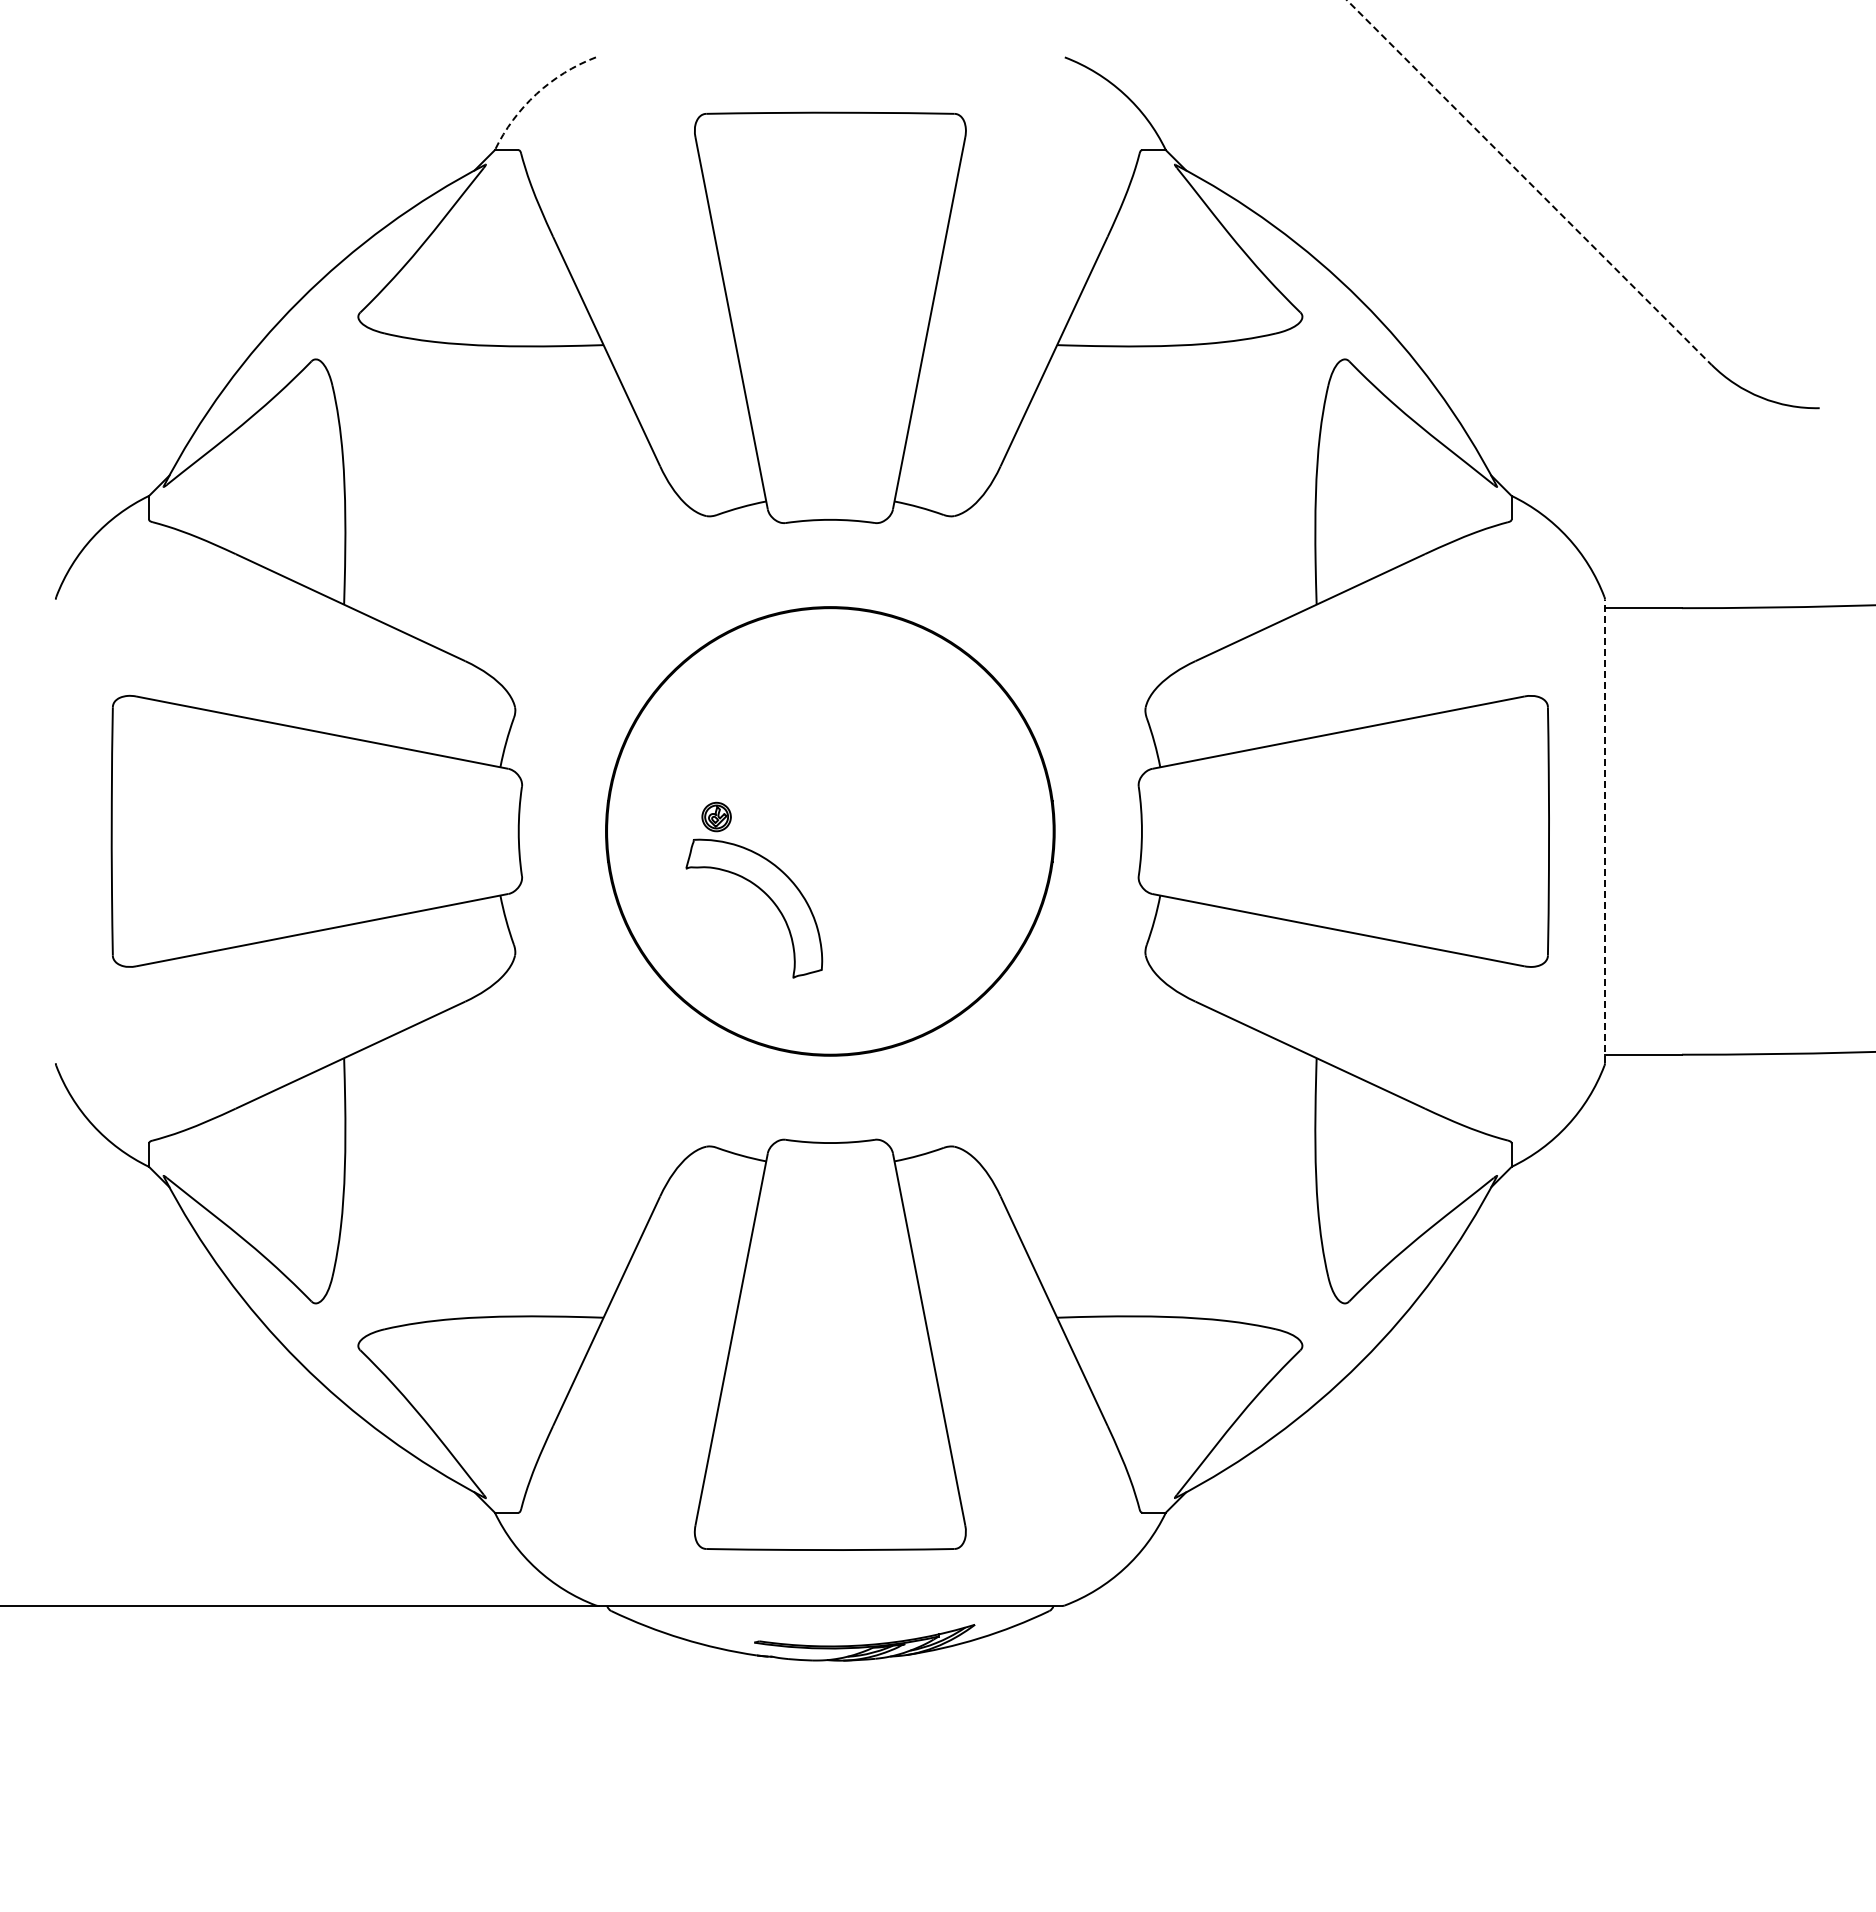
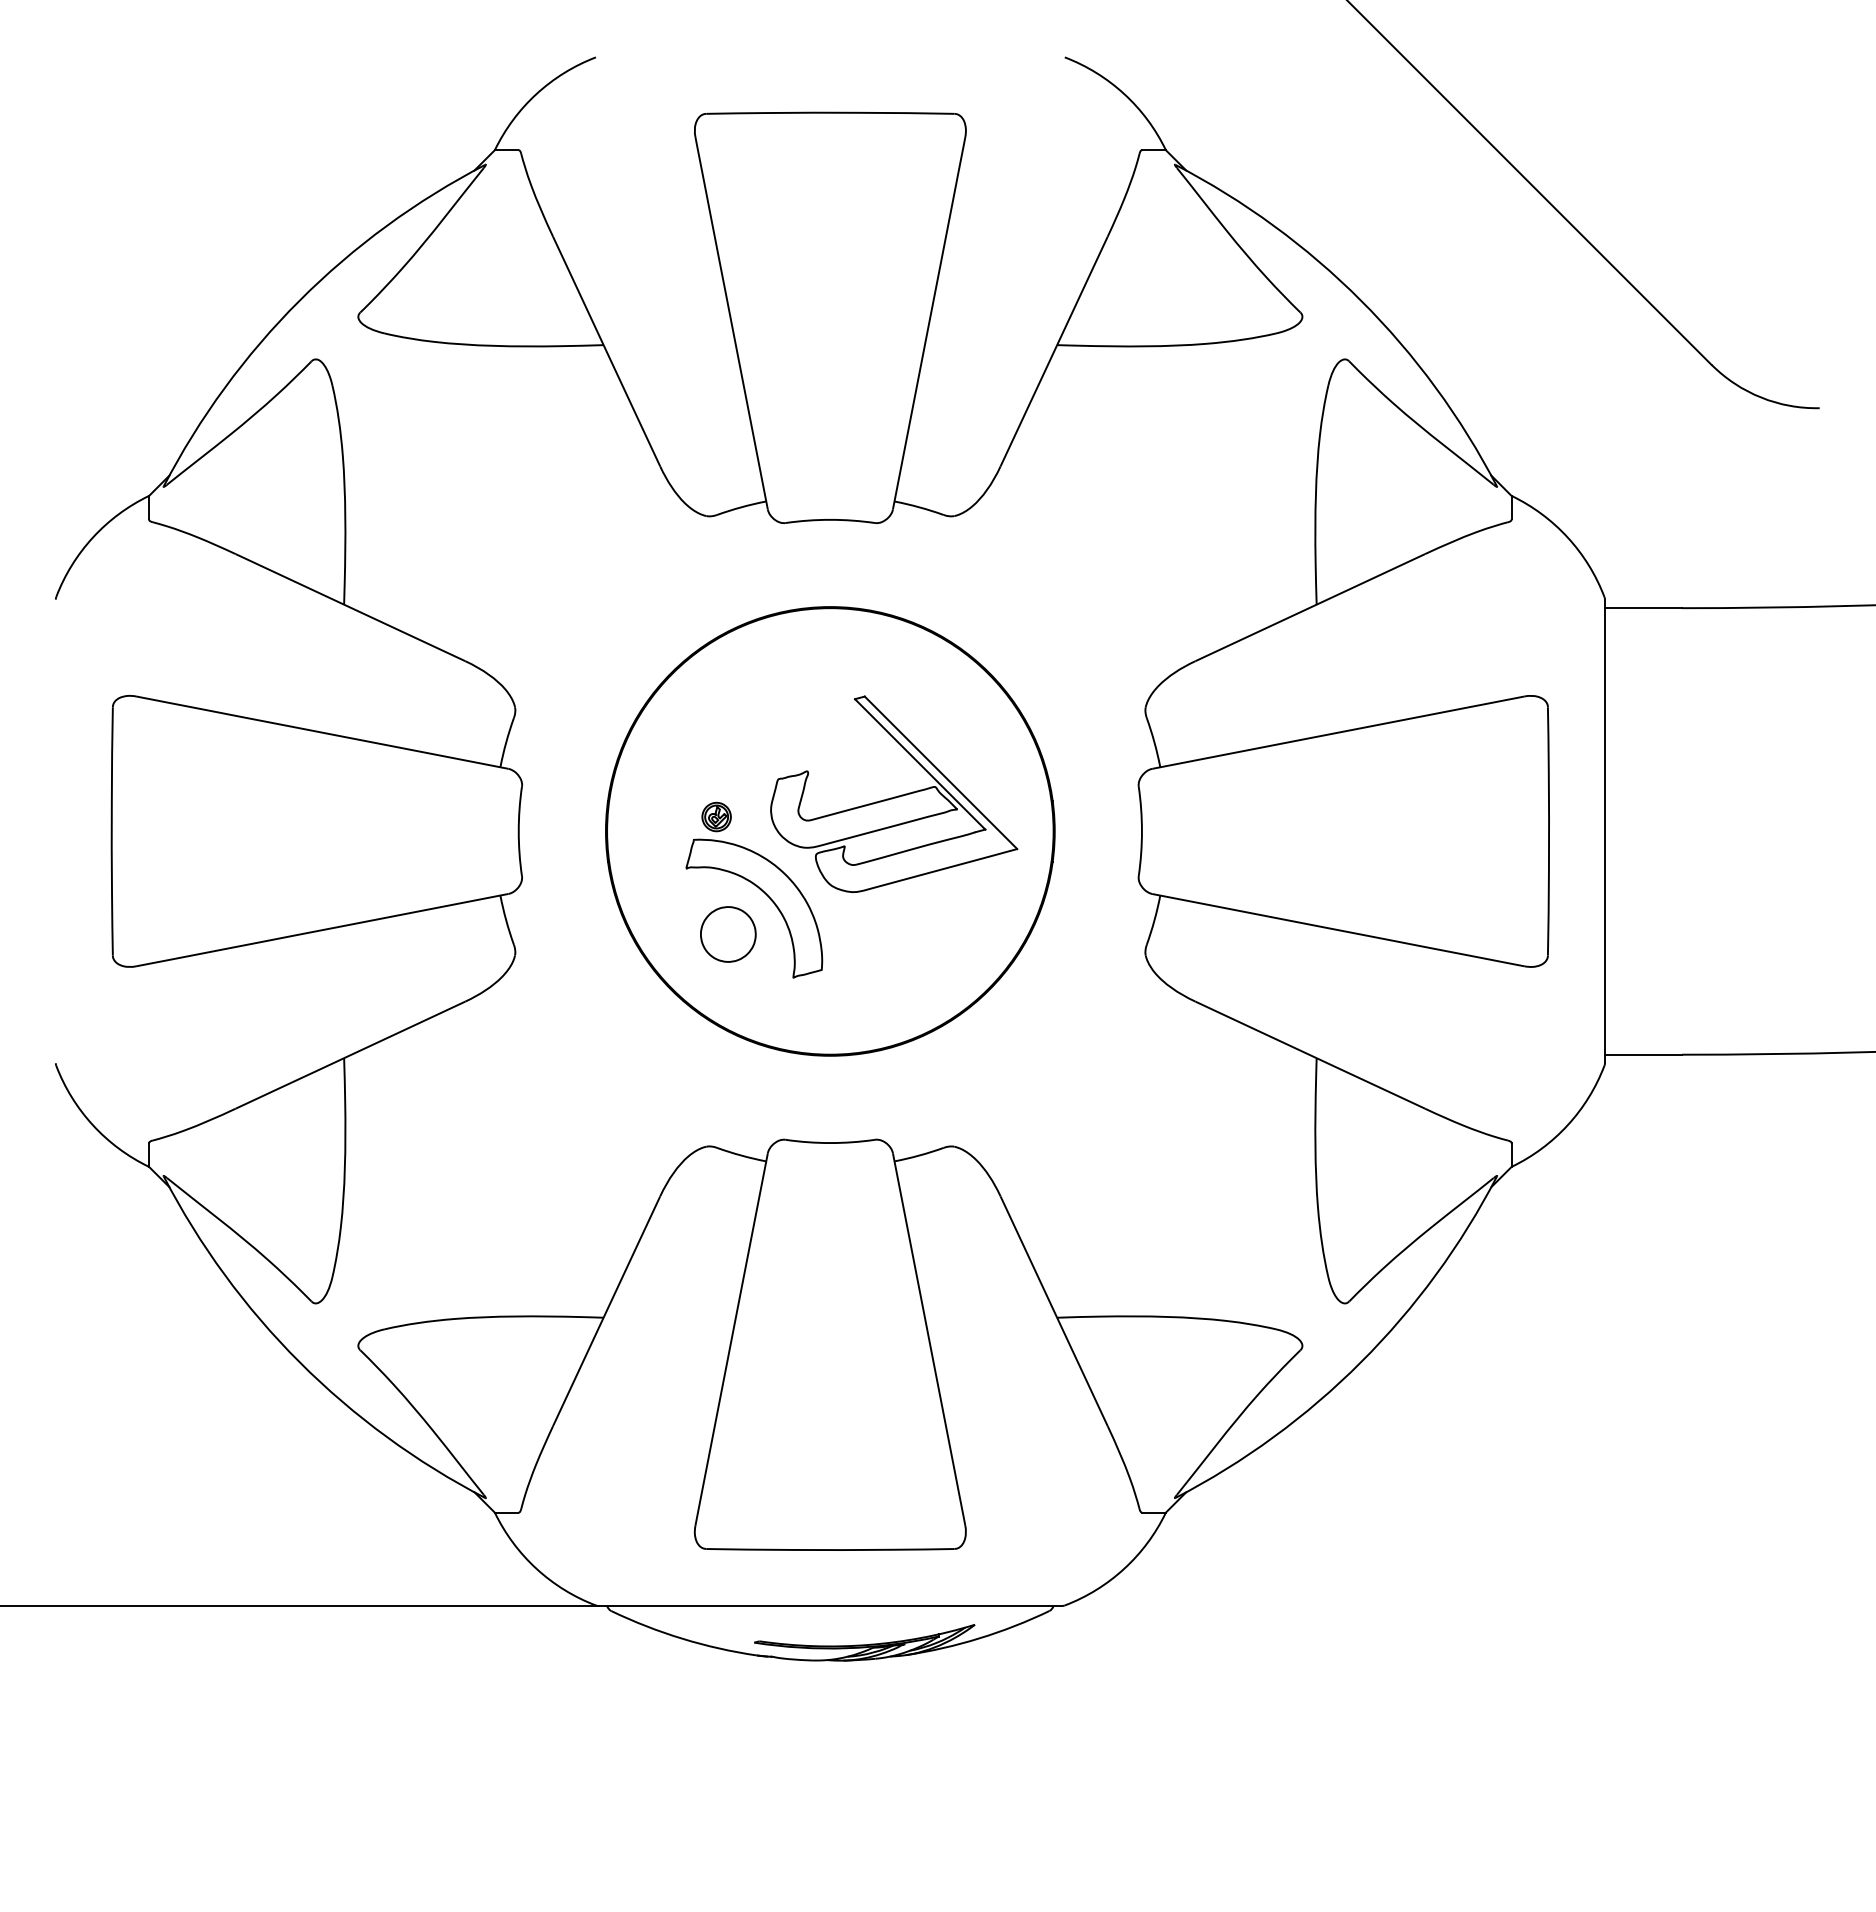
arc at (536, 94): dashed -> solid
line at (1529, 182): dashed -> solid
part at (894, 793): none -> present
line at (1604, 831): dashed -> solid
part at (728, 934): none -> present
